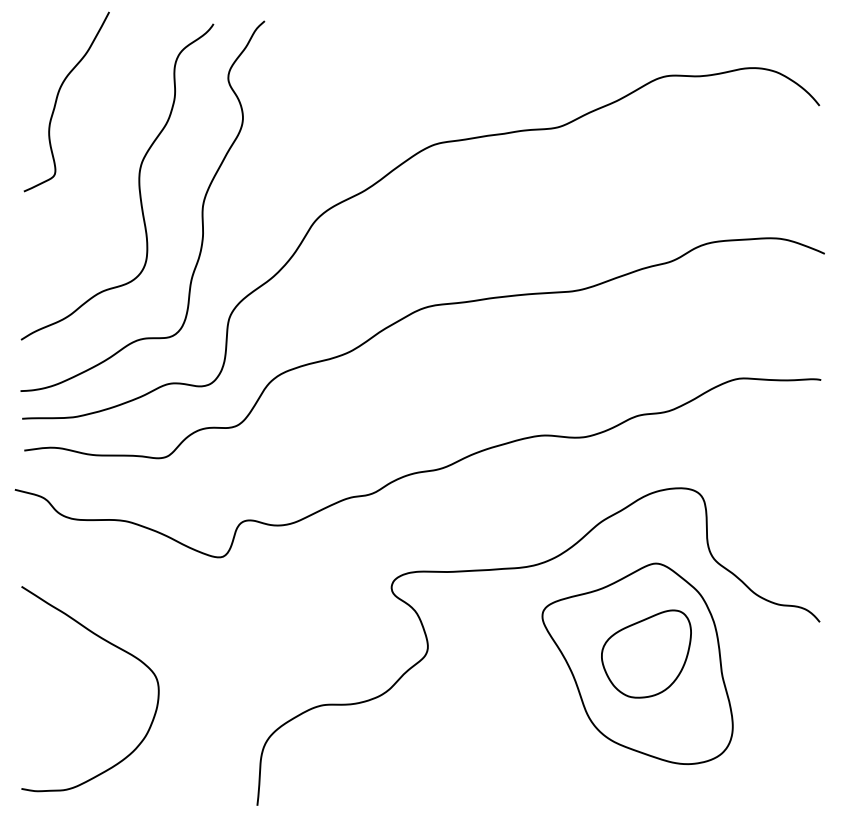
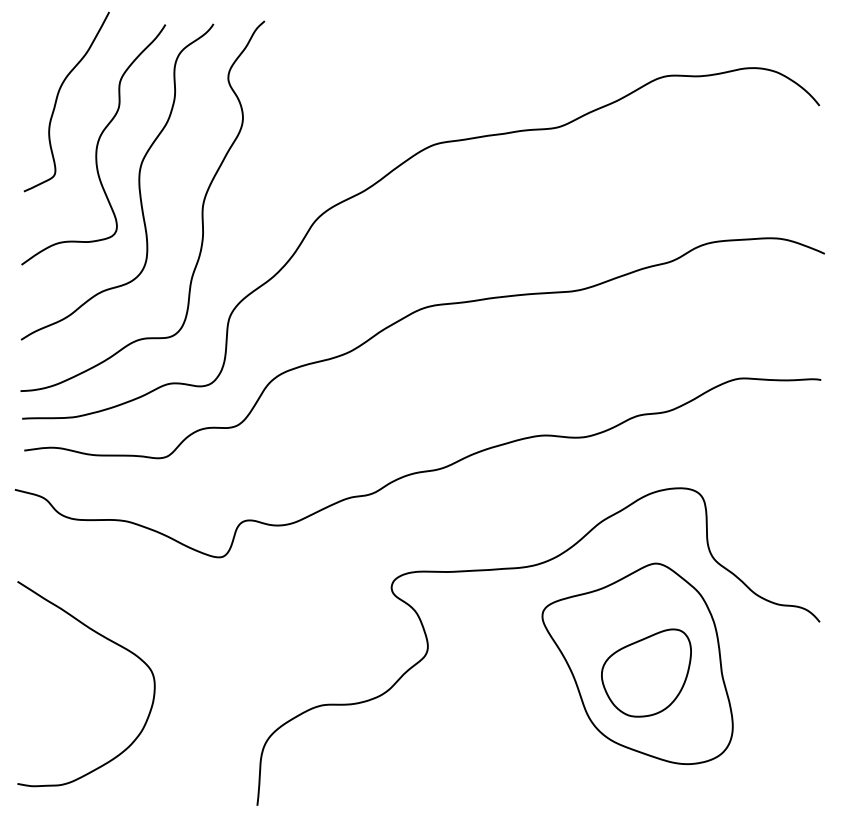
curve at (96, 144): none -> present
curve at (115, 647) position: (115, 647) -> (111, 642)
part at (646, 653) position: (646, 653) -> (646, 672)
